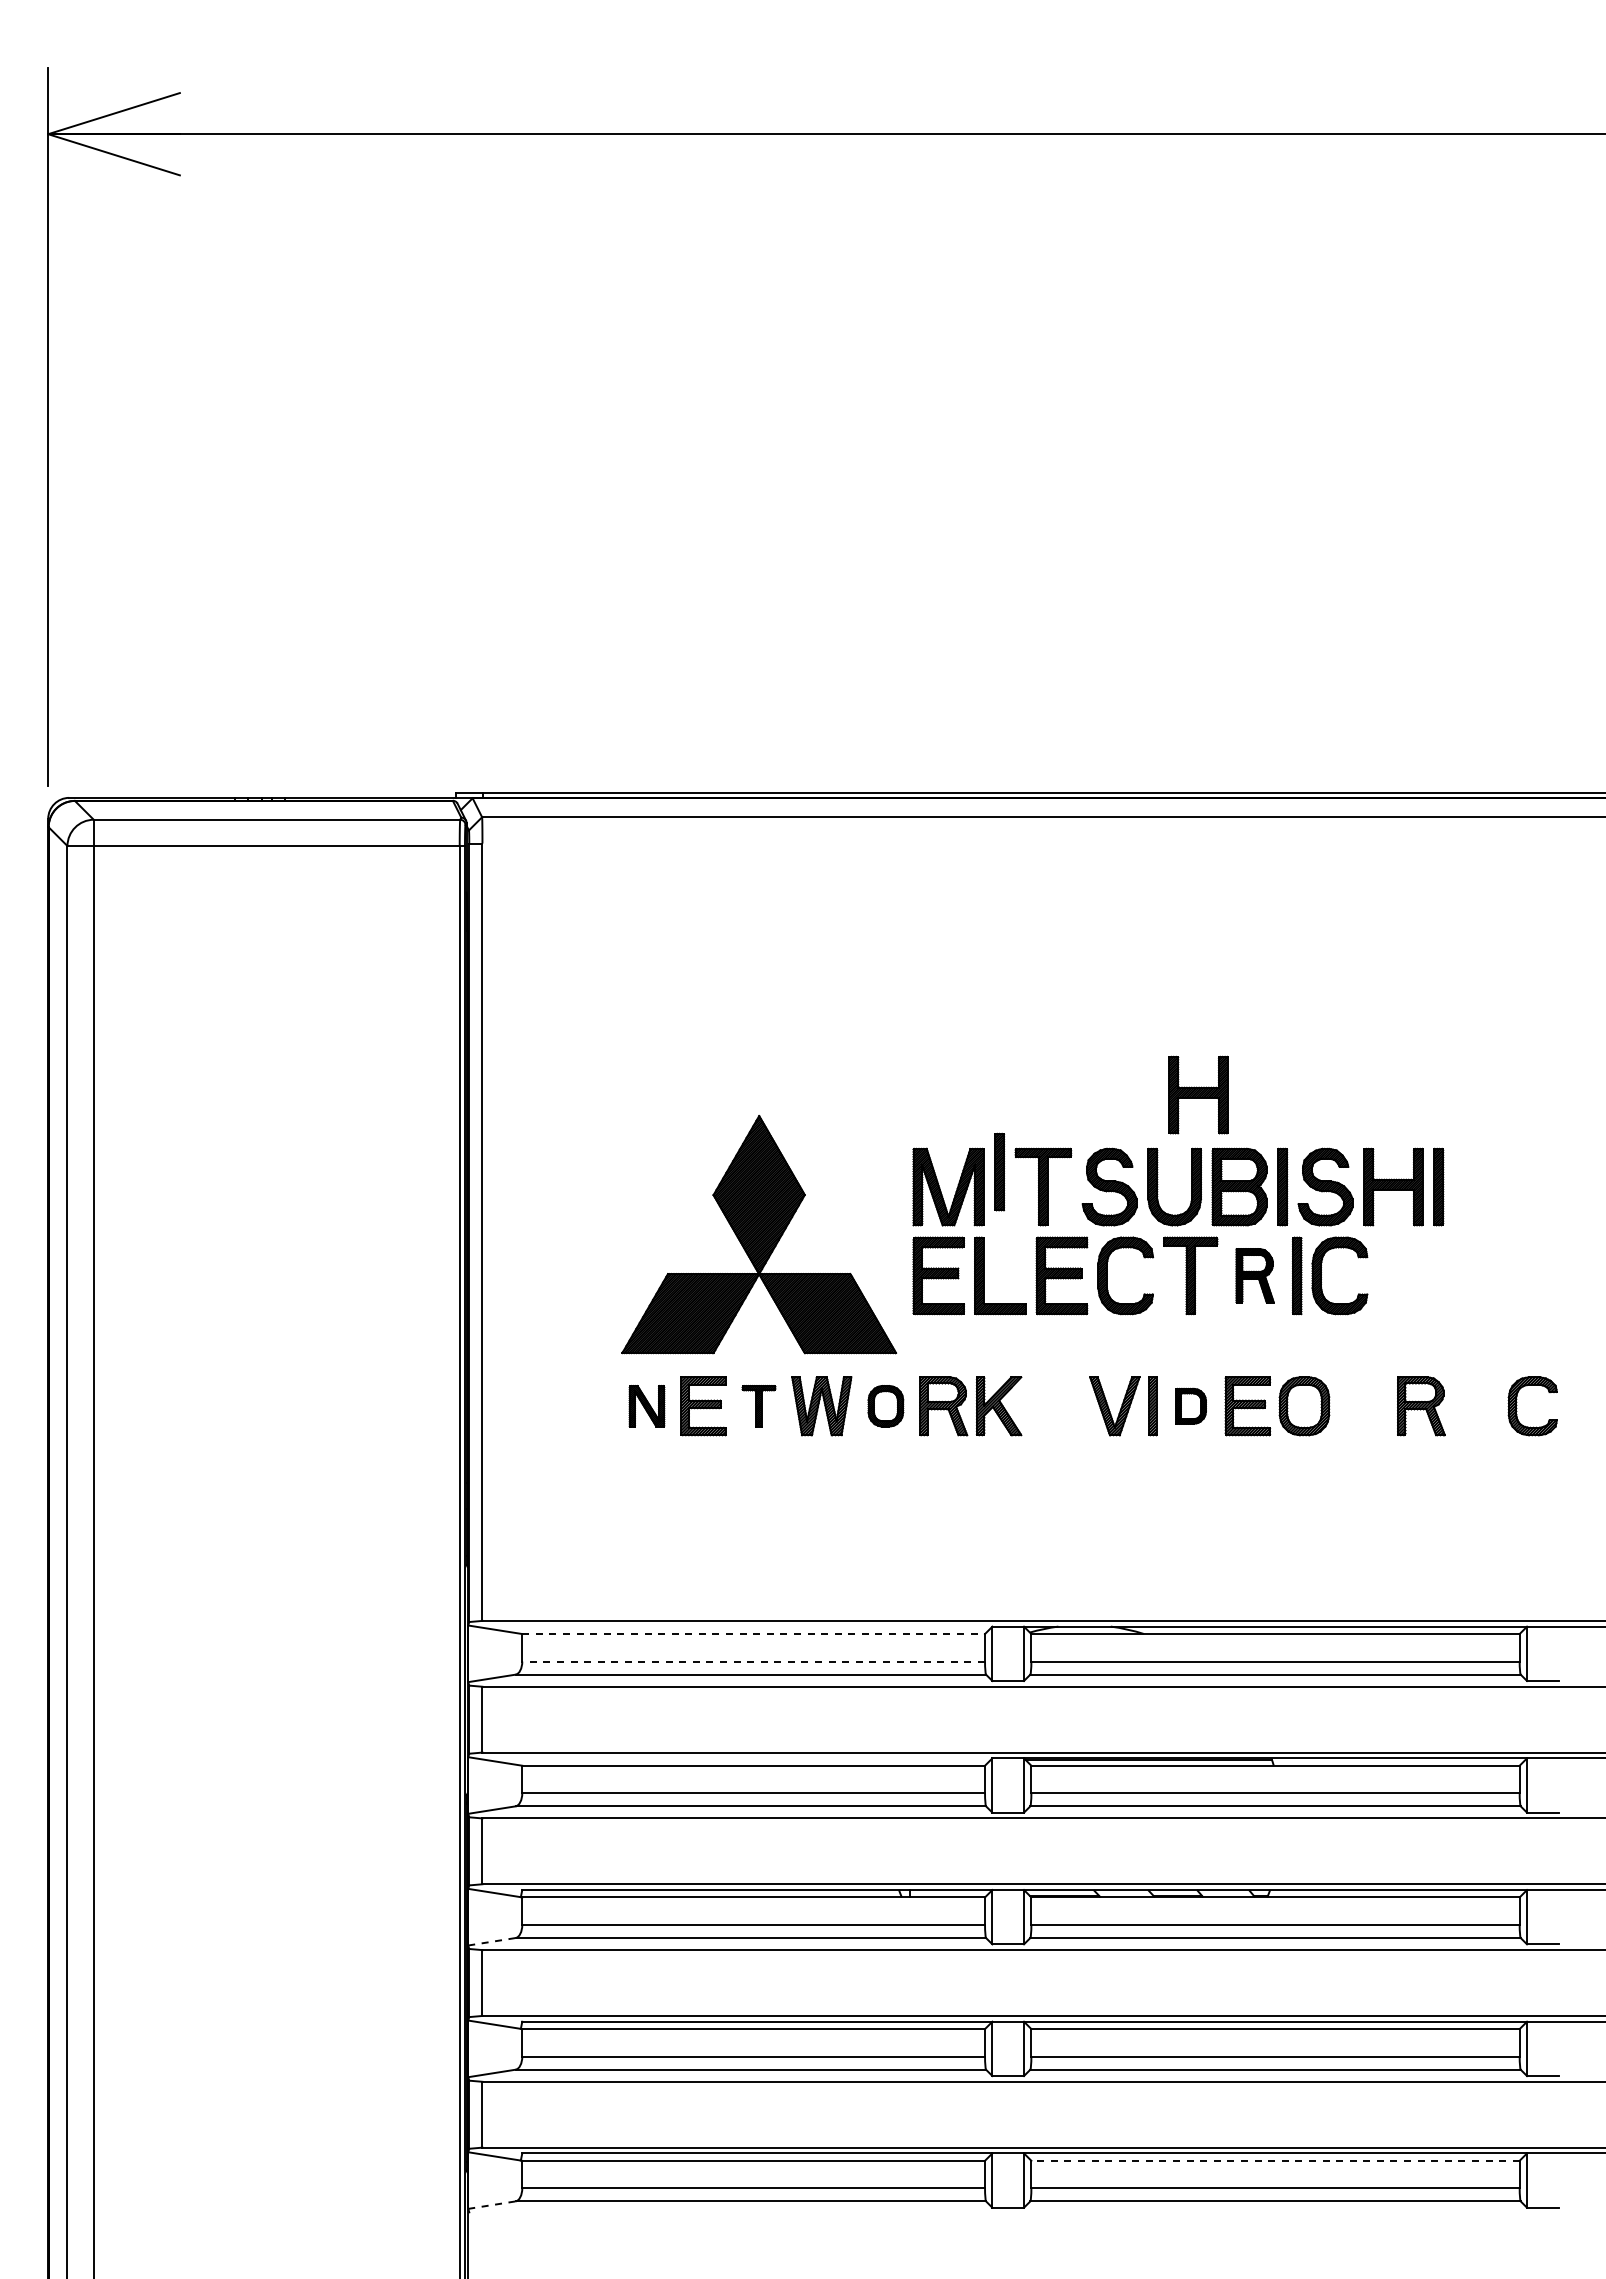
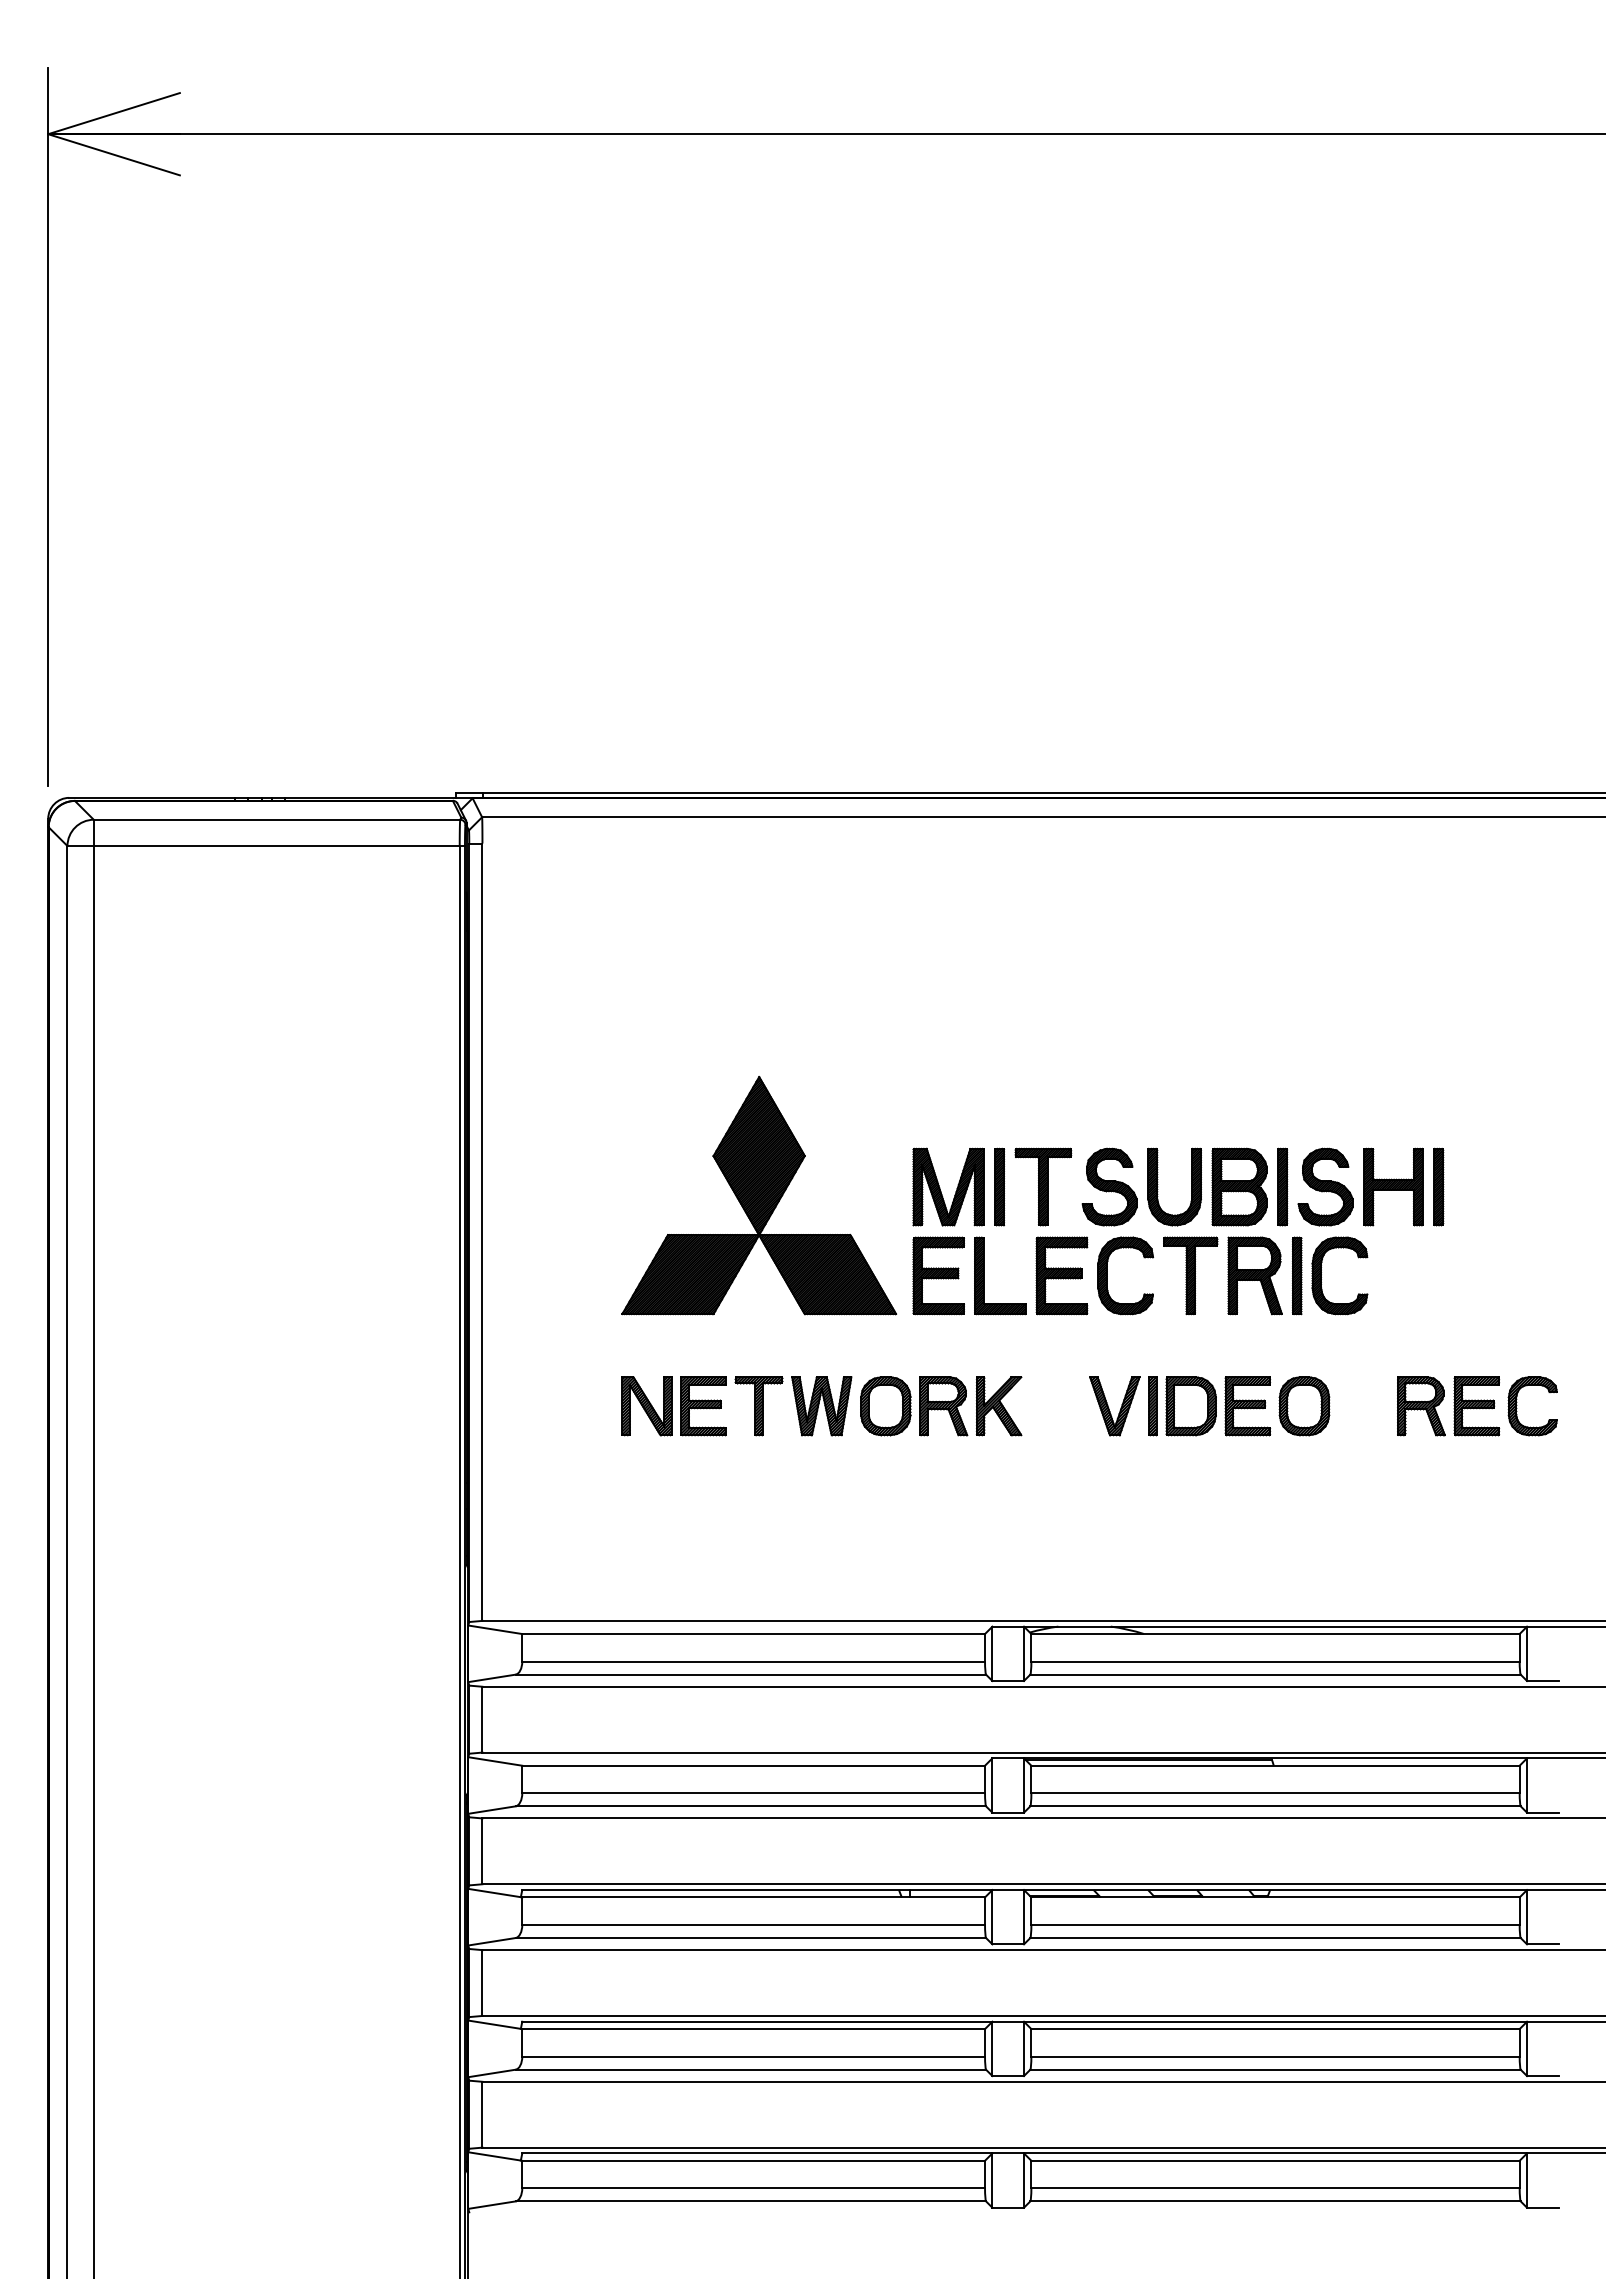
part at (1198, 1094): present -> none
part at (999, 1171) position: (999, 1171) -> (999, 1186)
part at (759, 1234) position: (759, 1234) -> (759, 1195)
part at (1254, 1275) size: 40x56 px -> 56x80 px
part at (1190, 1405) size: 32x38 px -> 52x61 px
part at (646, 1406) size: 38x43 px -> 52x61 px
part at (758, 1406) size: 36x43 px -> 50x61 px
part at (885, 1406) size: 38x43 px -> 52x61 px
part at (1476, 1406): none -> present
line at (754, 1634): dashed -> solid
line at (753, 1661): dashed -> solid
line at (491, 1941): dashed -> solid
line at (1275, 2160): dashed -> solid
line at (491, 2205): dashed -> solid
